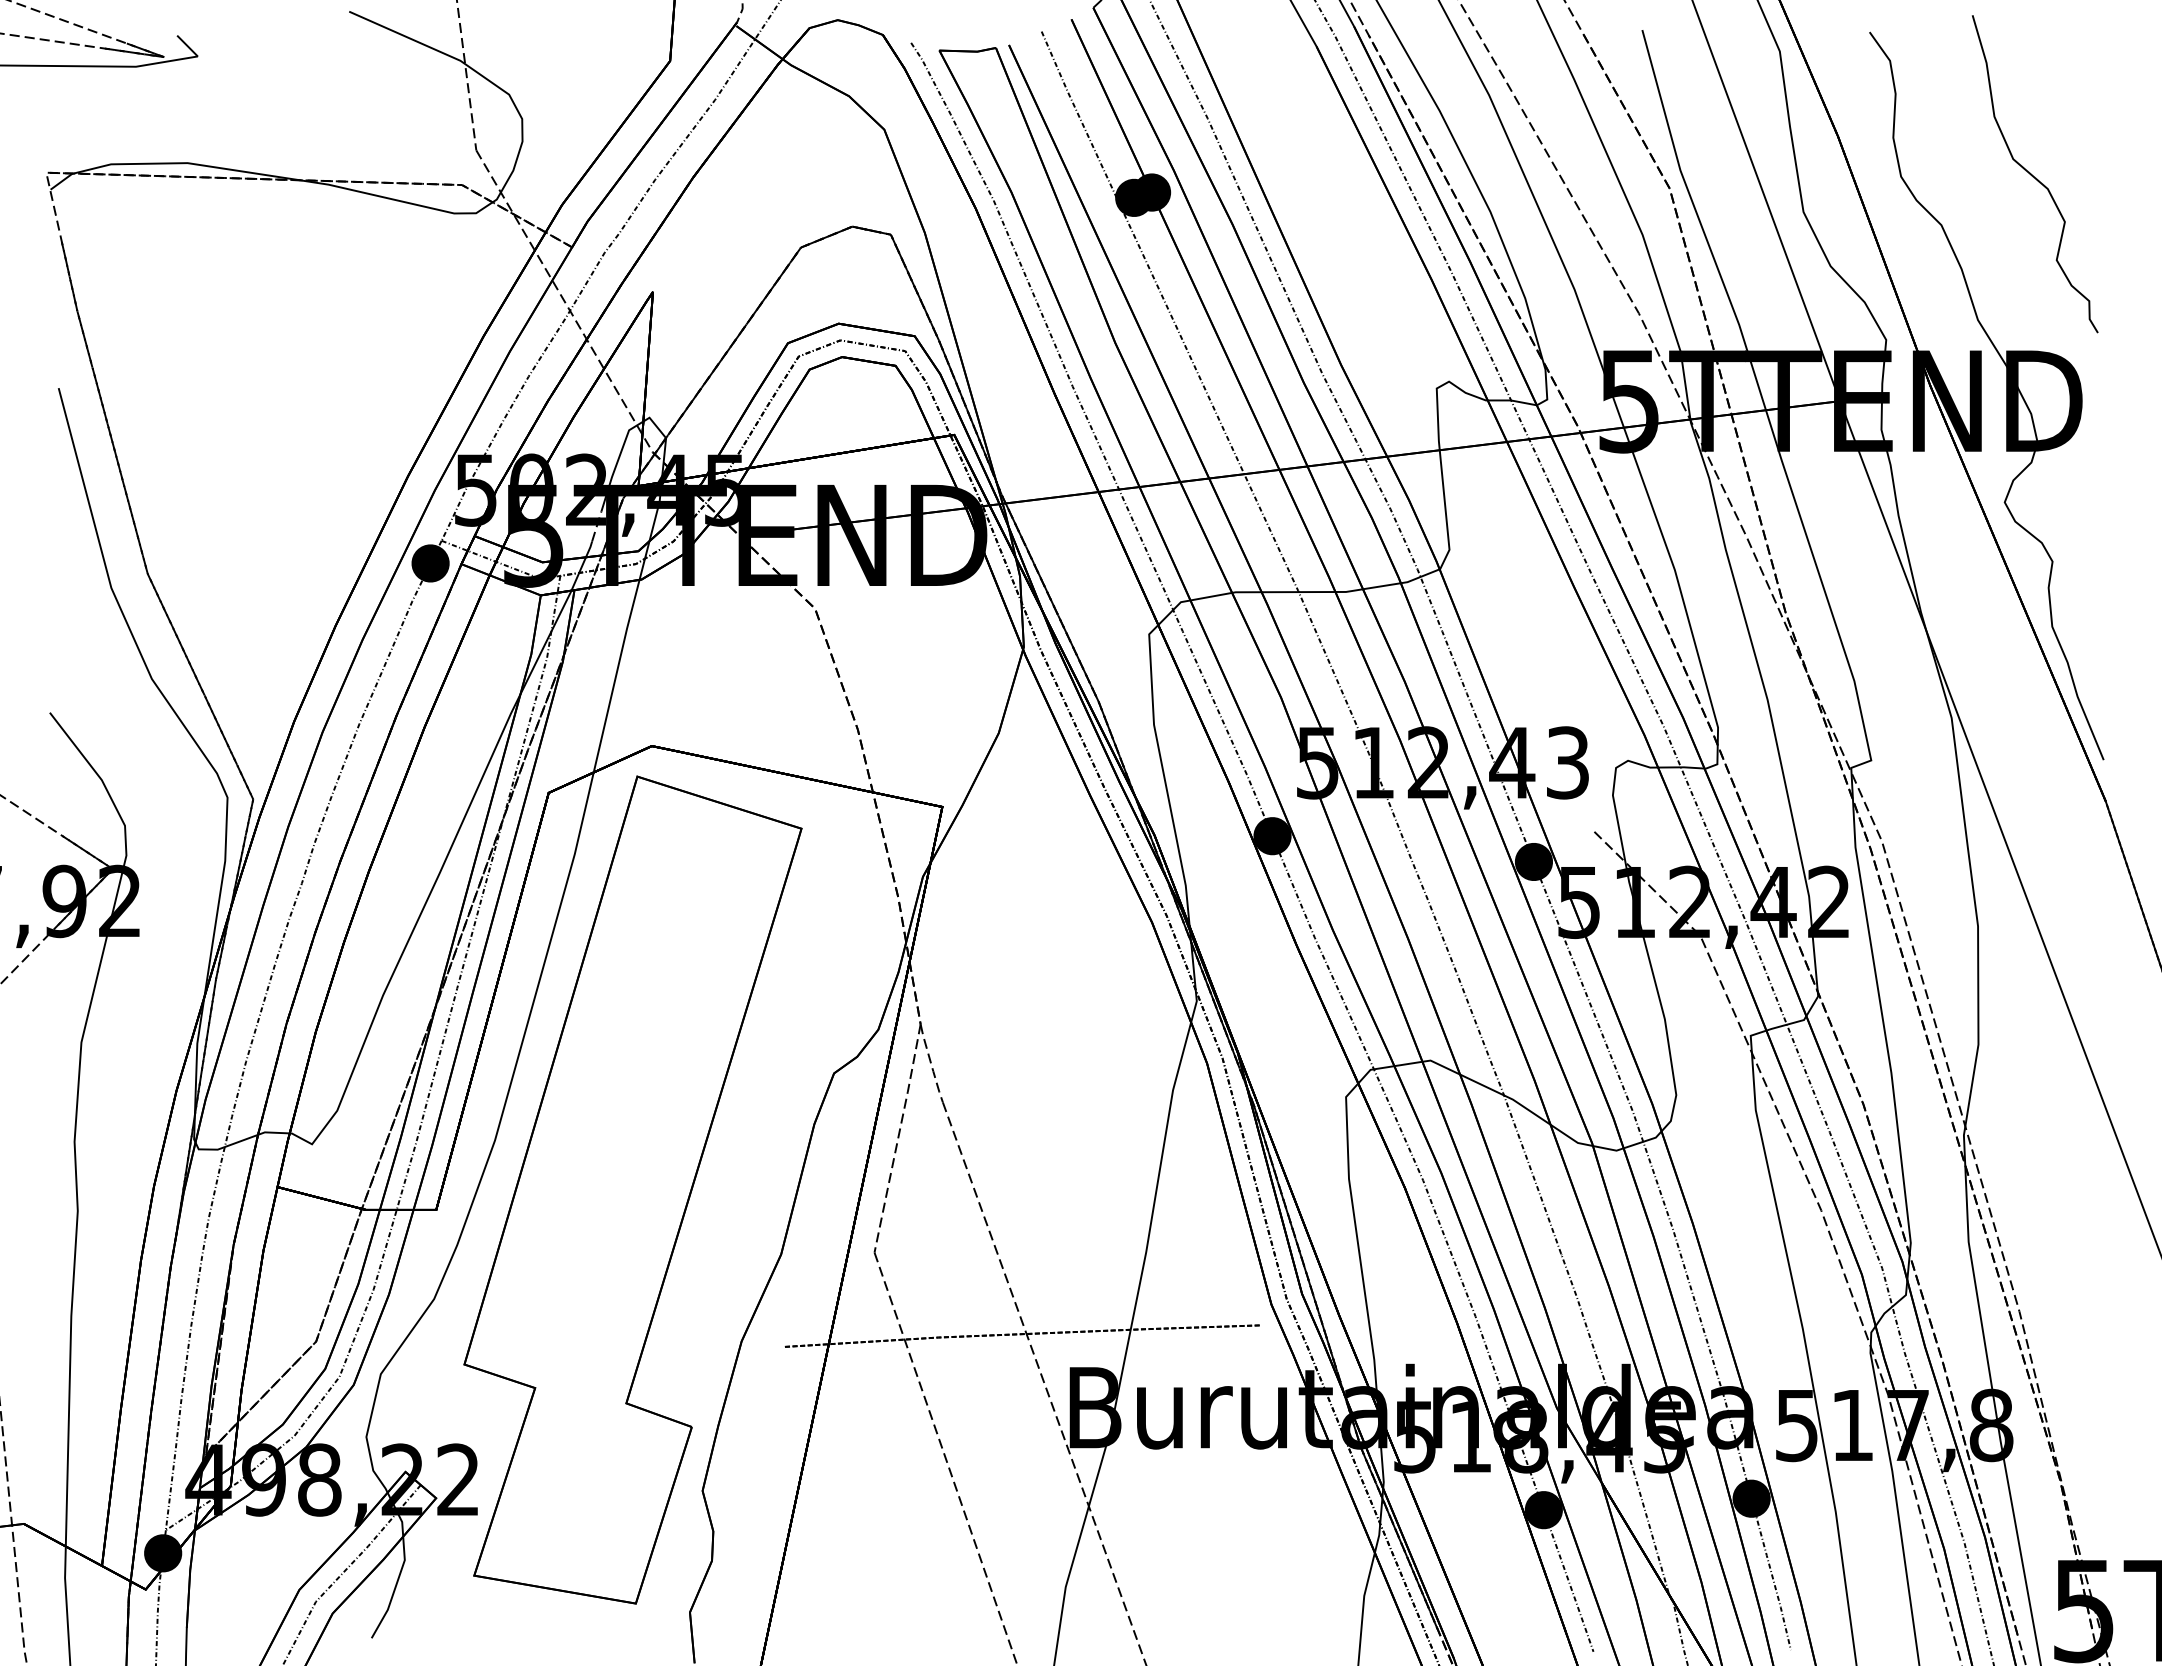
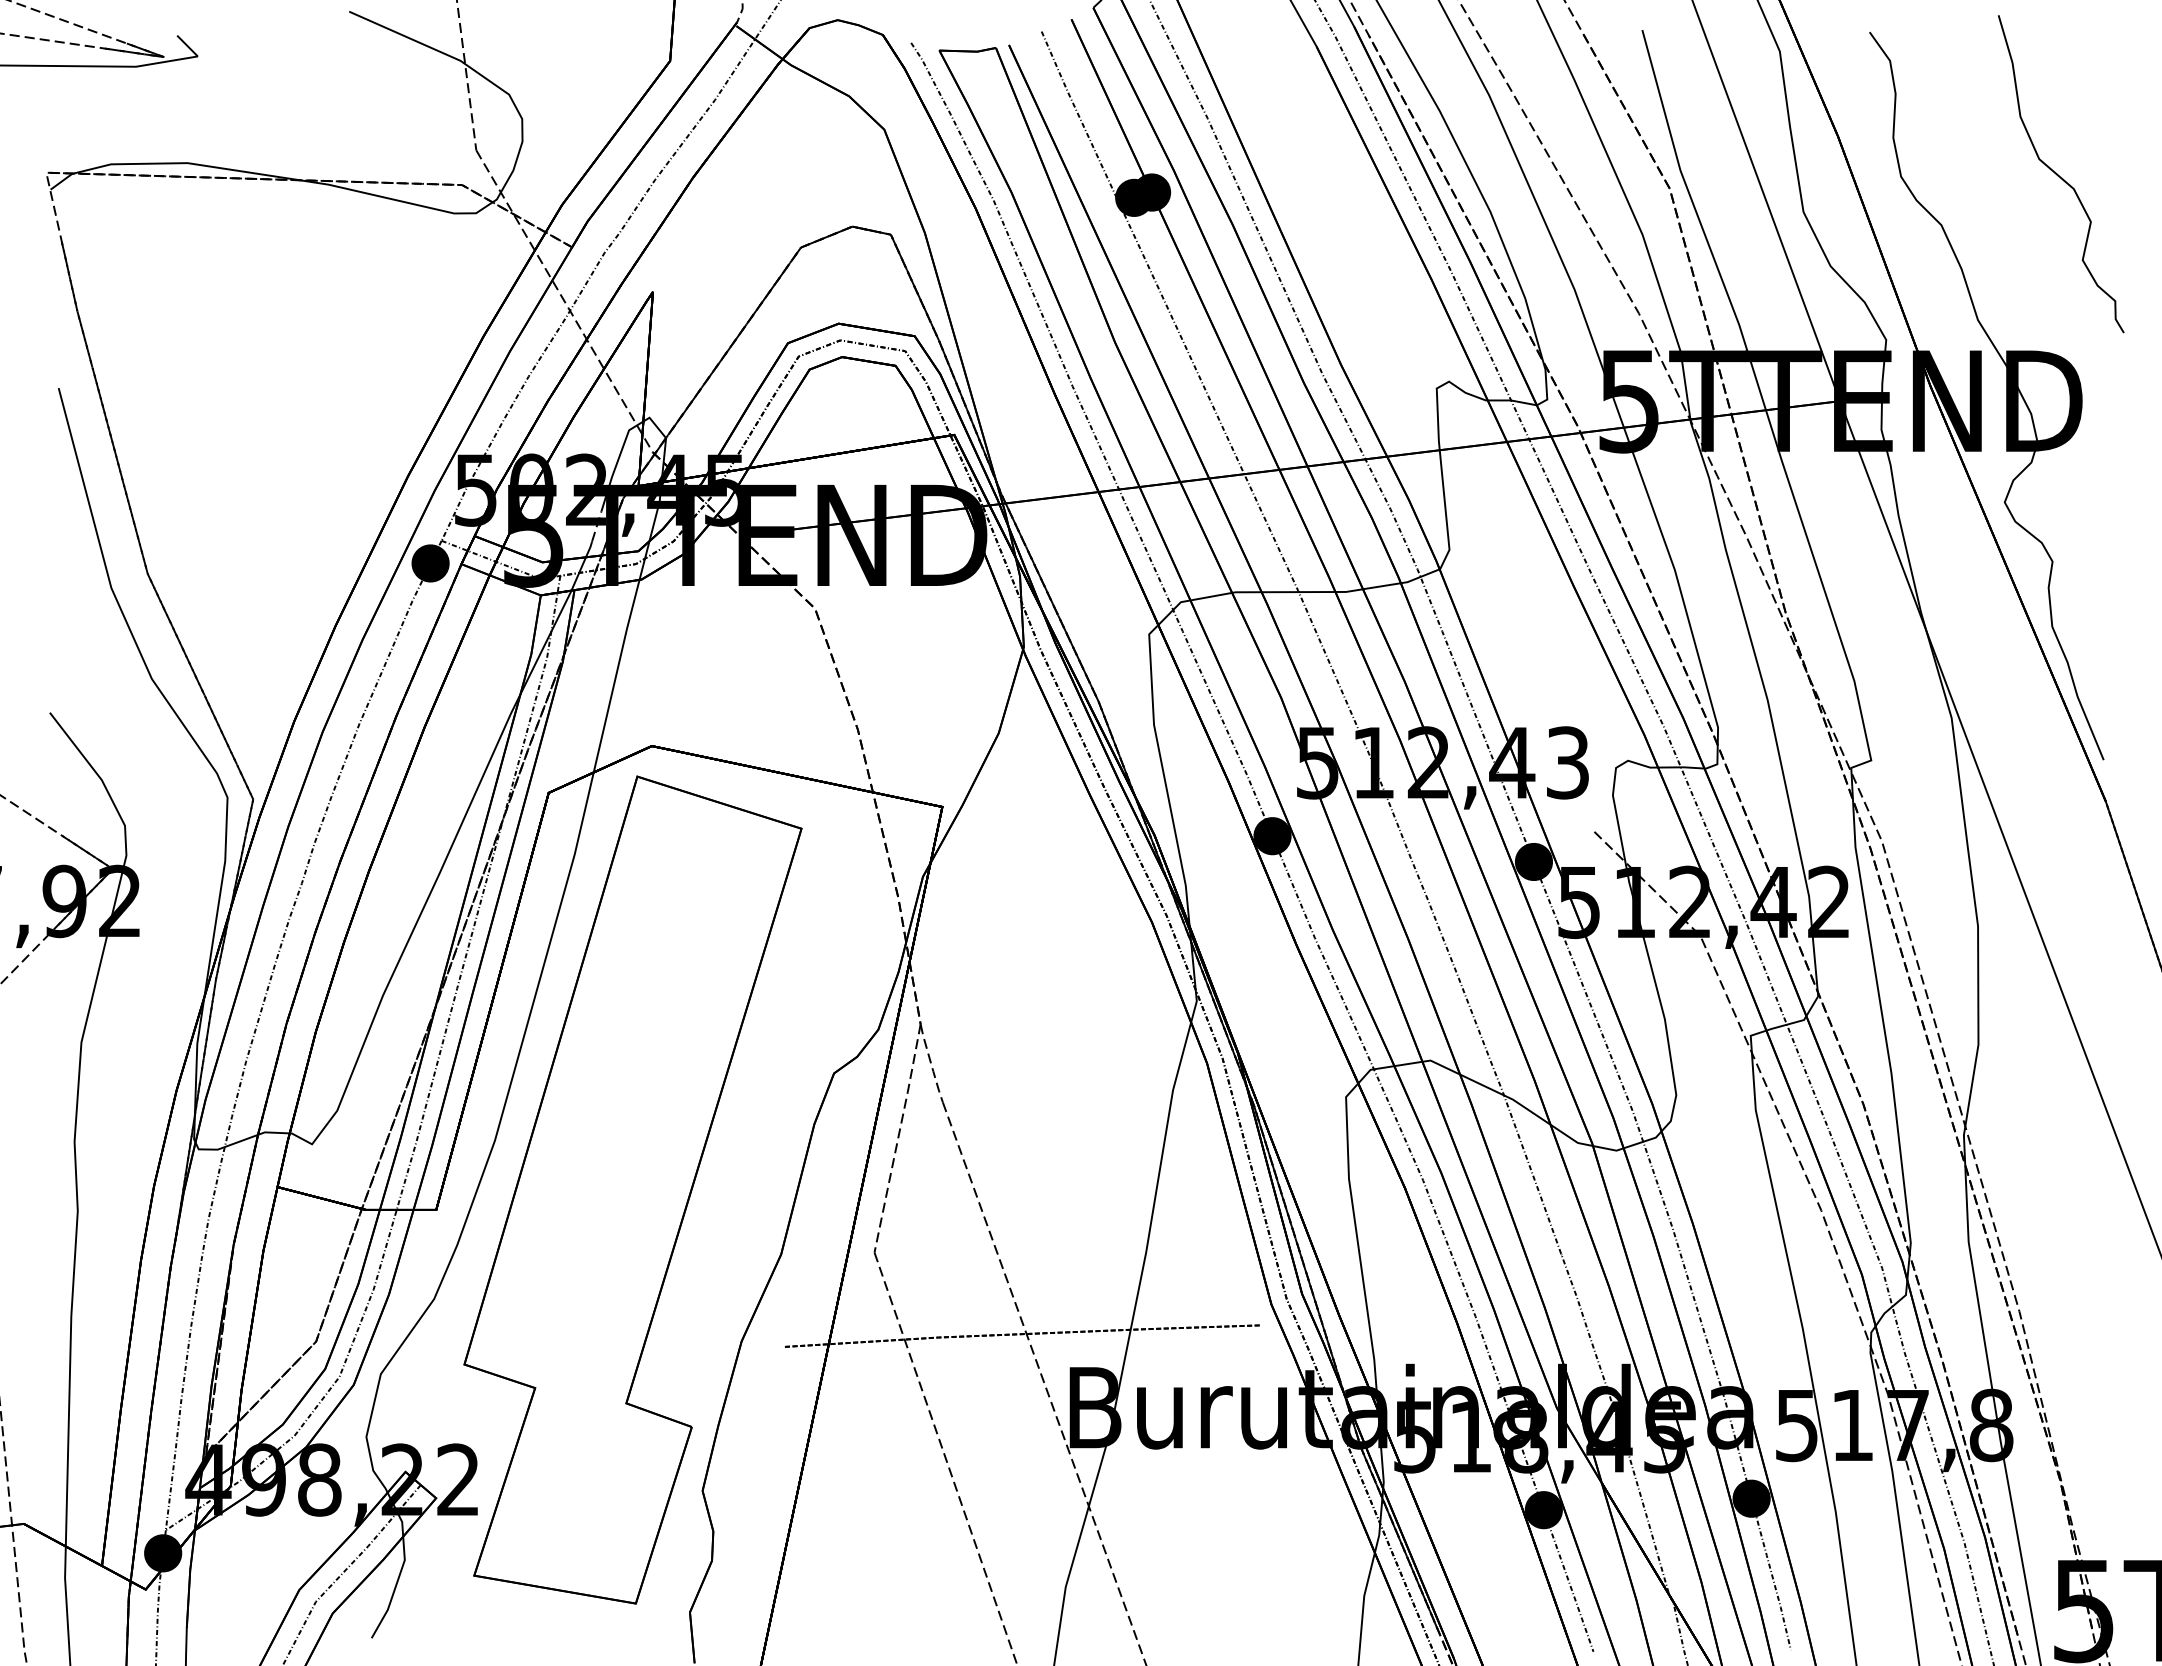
part at (2034, 174) position: (2034, 174) -> (2060, 174)
